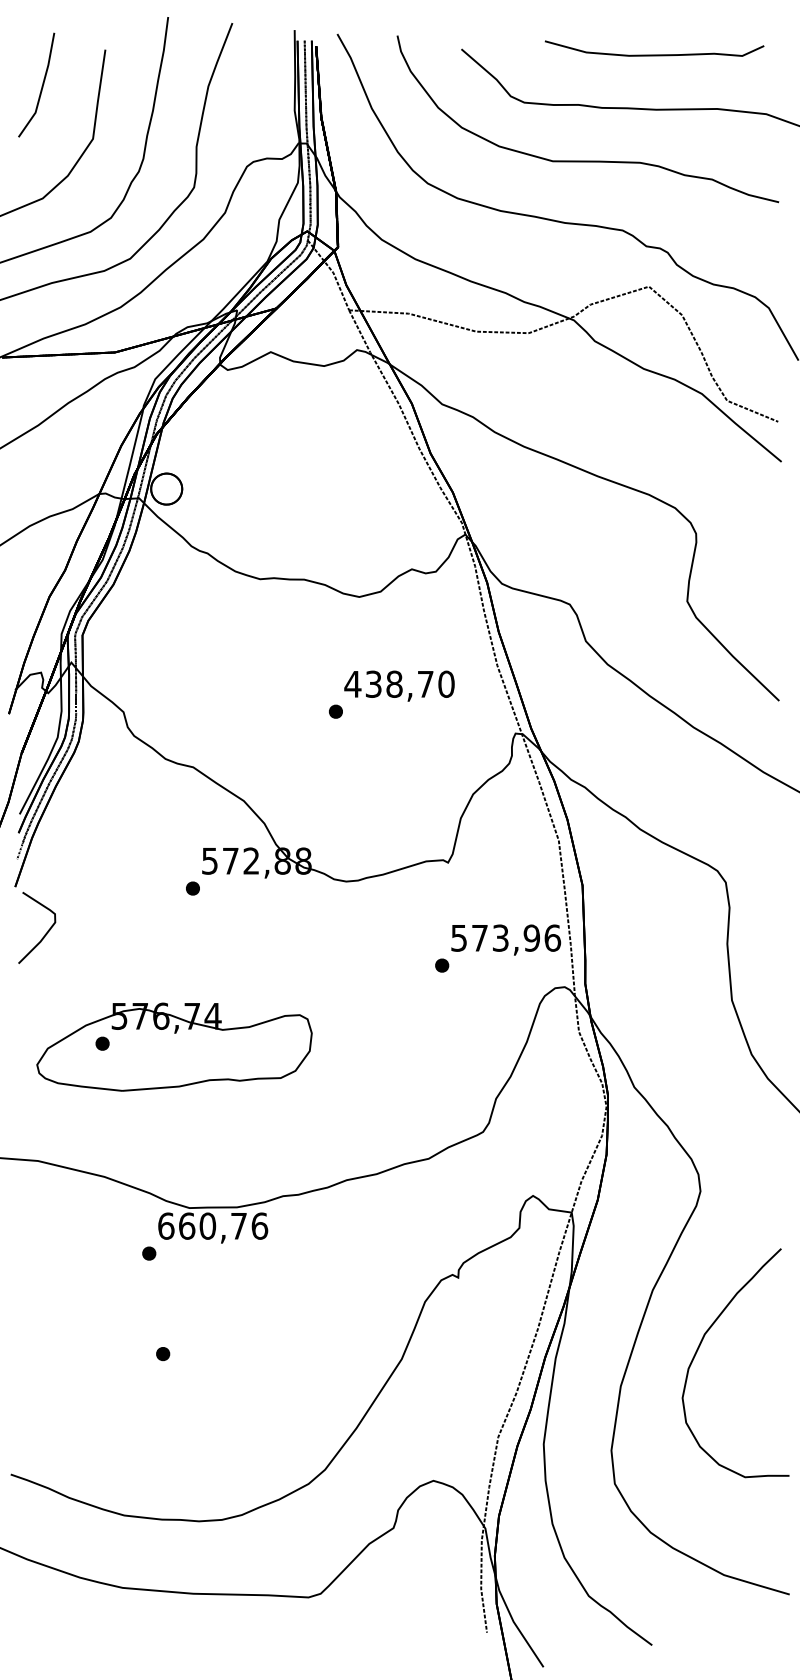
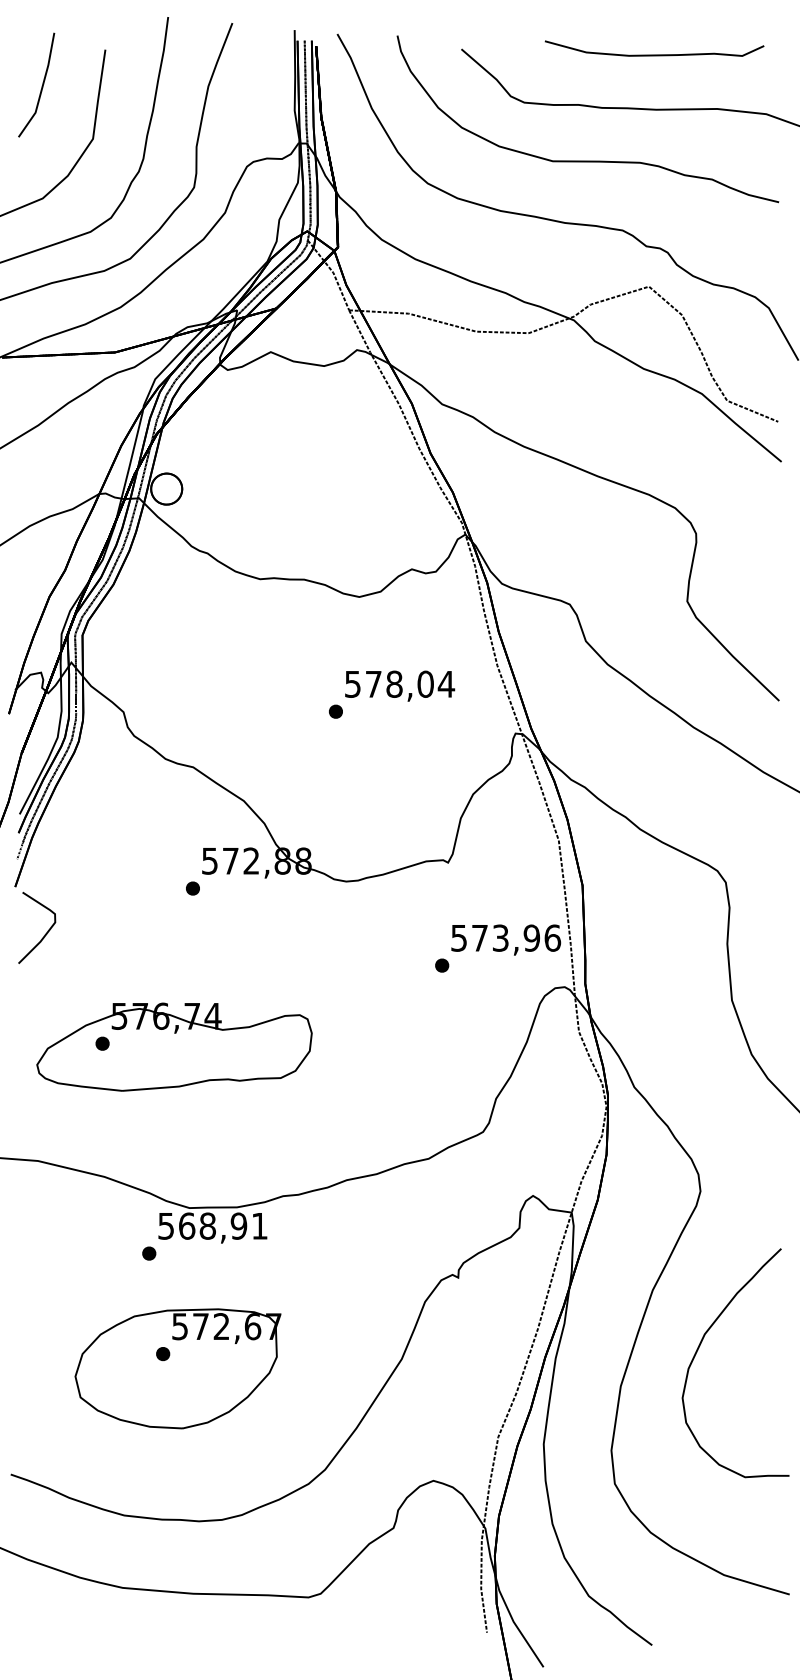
text at (399, 683): 438,70 -> 578,04
text at (213, 1225): 660,76 -> 568,91
part at (177, 1368): none -> present
